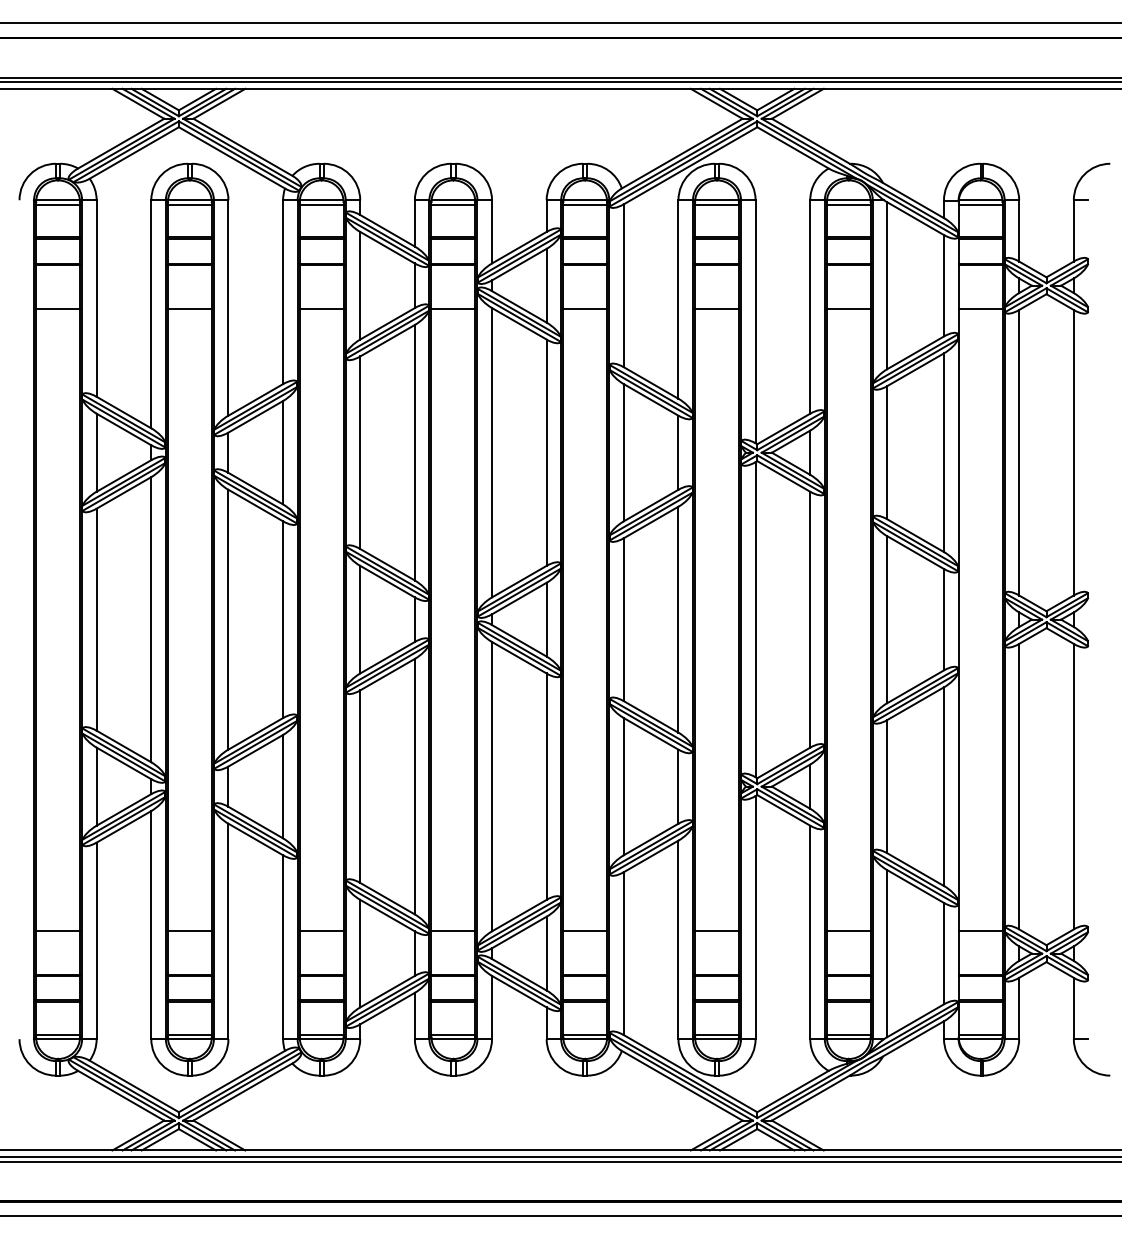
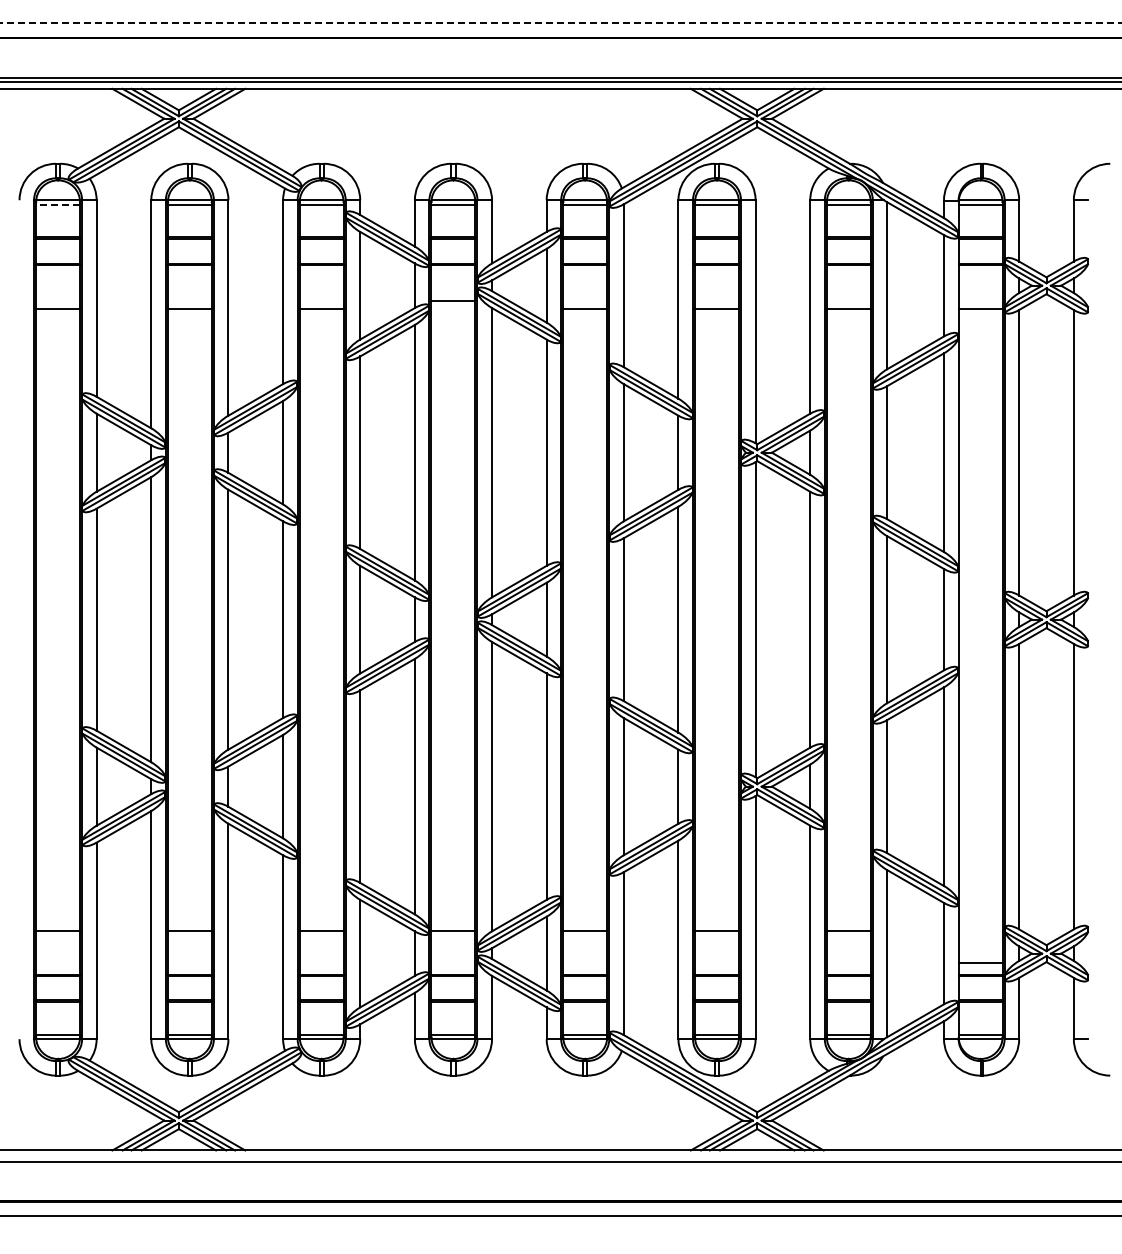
line at (561, 22): solid -> dashed
line at (58, 204): solid -> dashed
line at (453, 308) position: (453, 308) -> (453, 300)
line at (980, 930) position: (980, 930) -> (980, 962)
line at (560, 1157): present -> none
